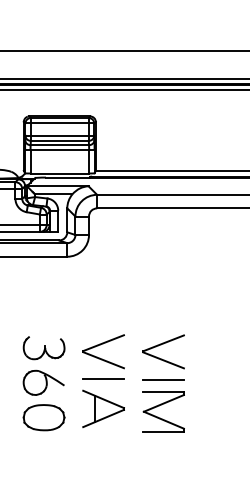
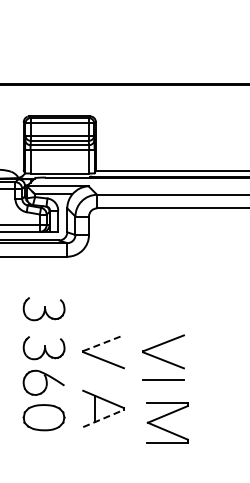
line at (124, 51): present -> none
line at (124, 78): present -> none
line at (124, 90): present -> none
part at (43, 309): none -> present
line at (103, 343): solid -> dashed
line at (103, 379): present -> none
part at (161, 405) position: (161, 405) -> (165, 416)
line at (104, 418): solid -> dashed
